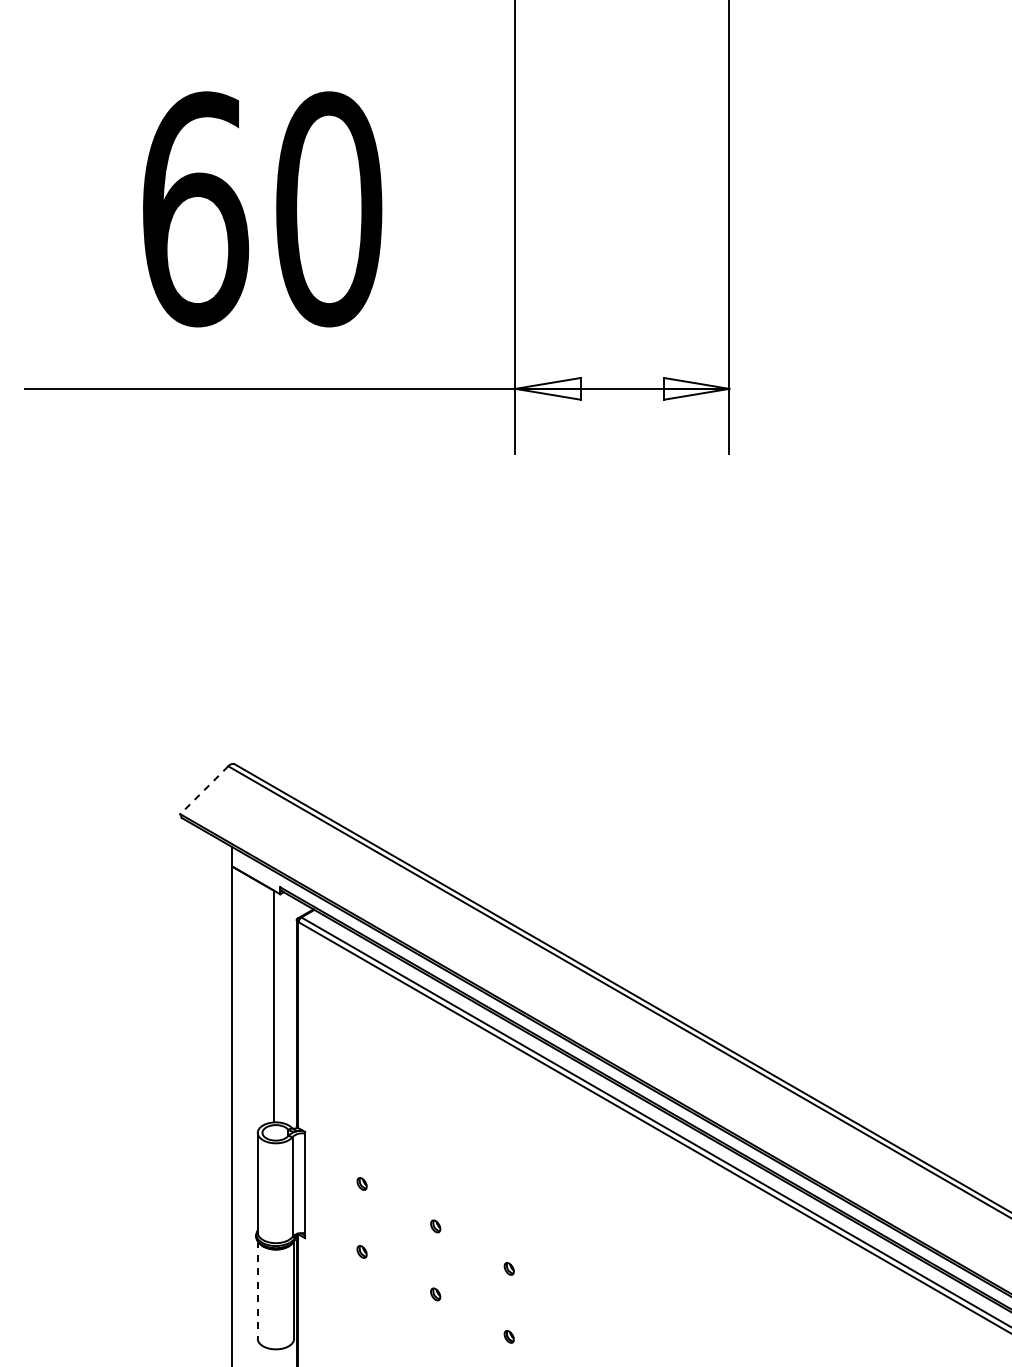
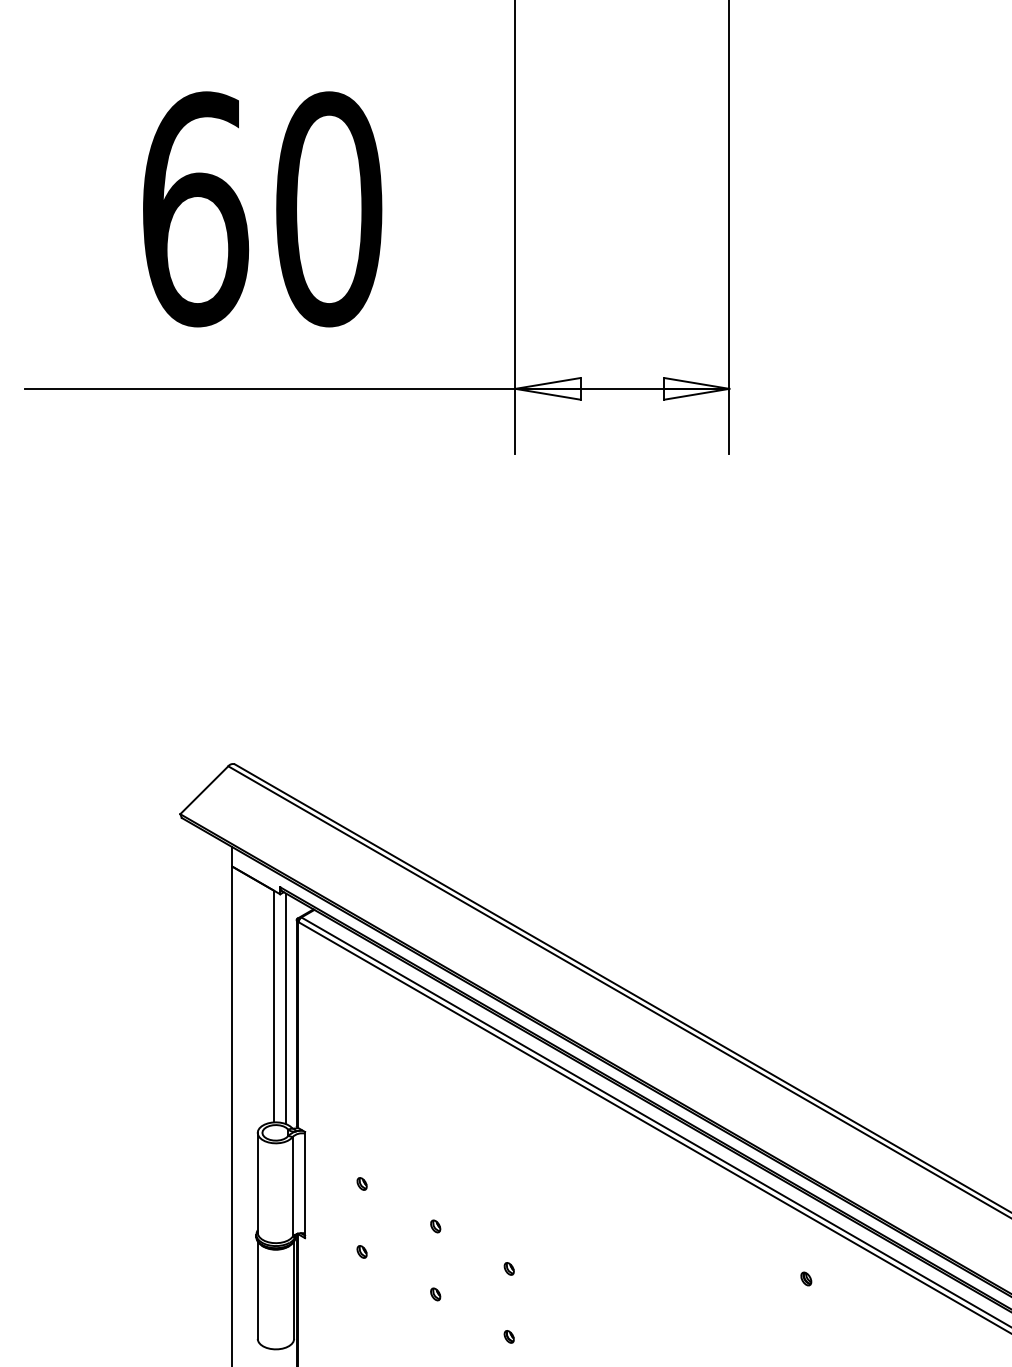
line at (204, 790): dashed -> solid
line at (286, 1008): none -> present
part at (806, 1278): none -> present
line at (257, 1290): dashed -> solid
